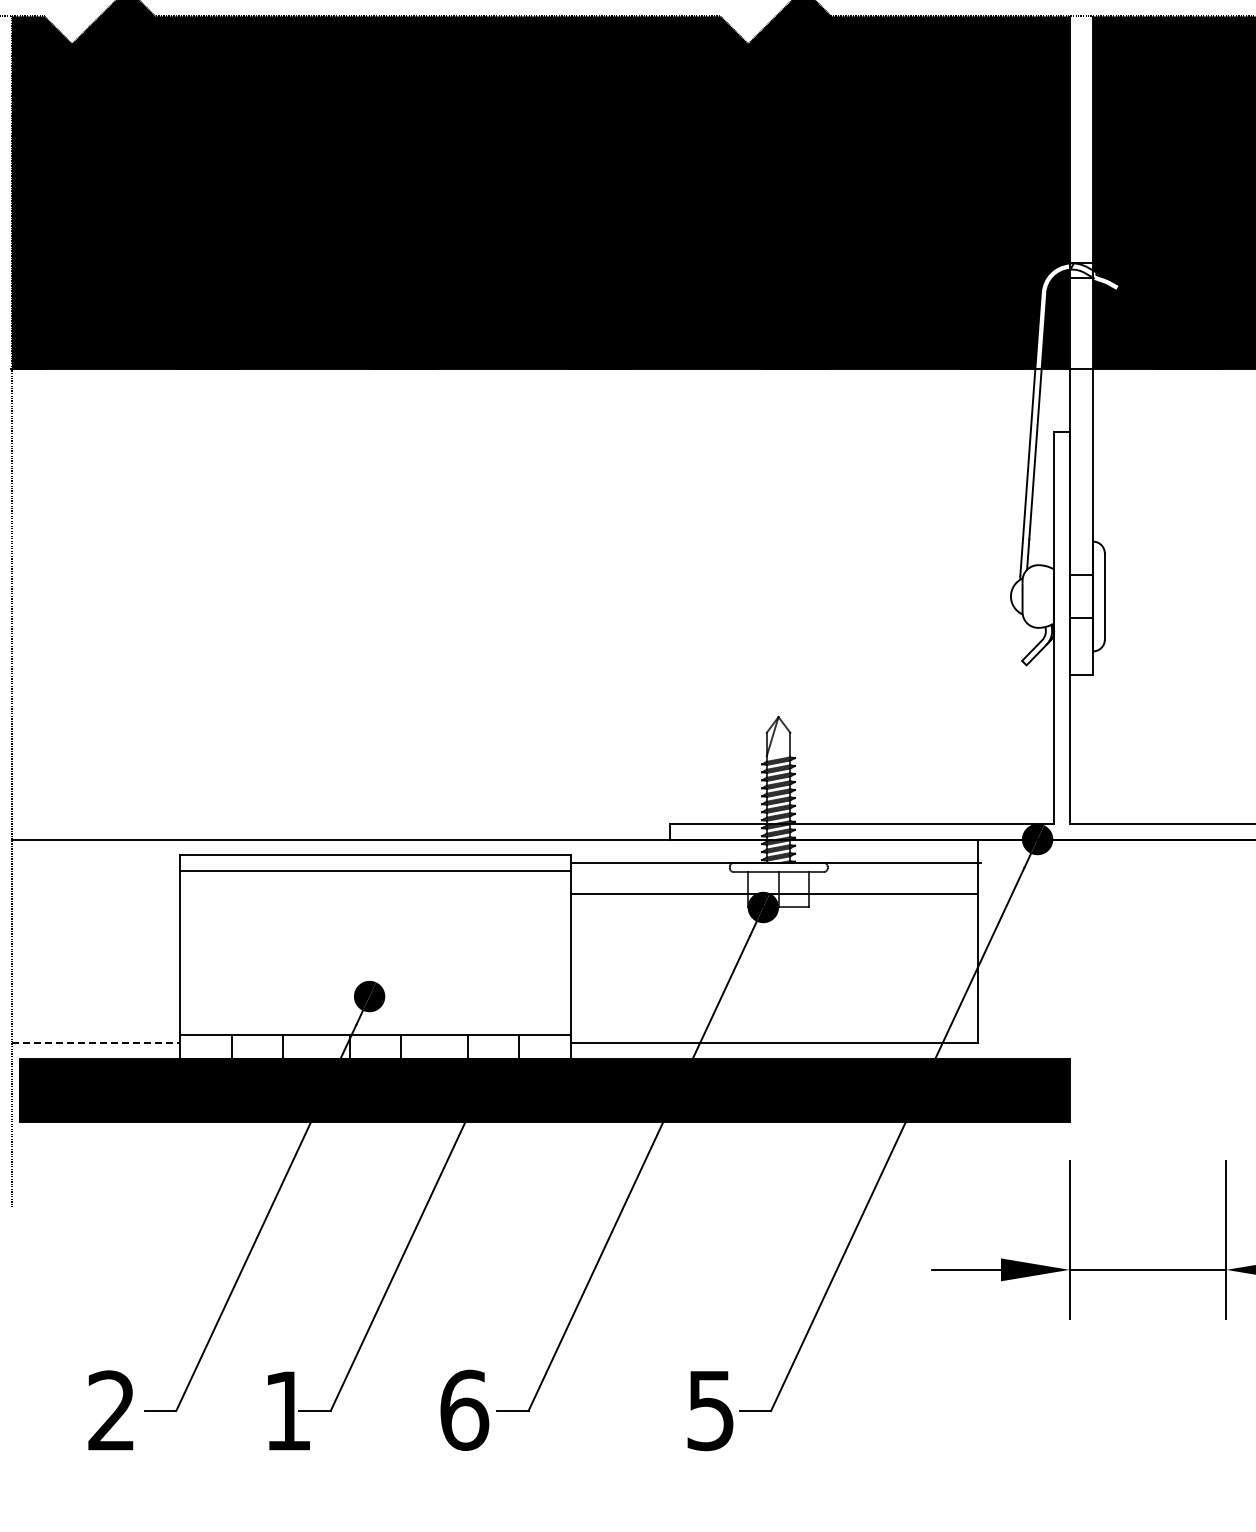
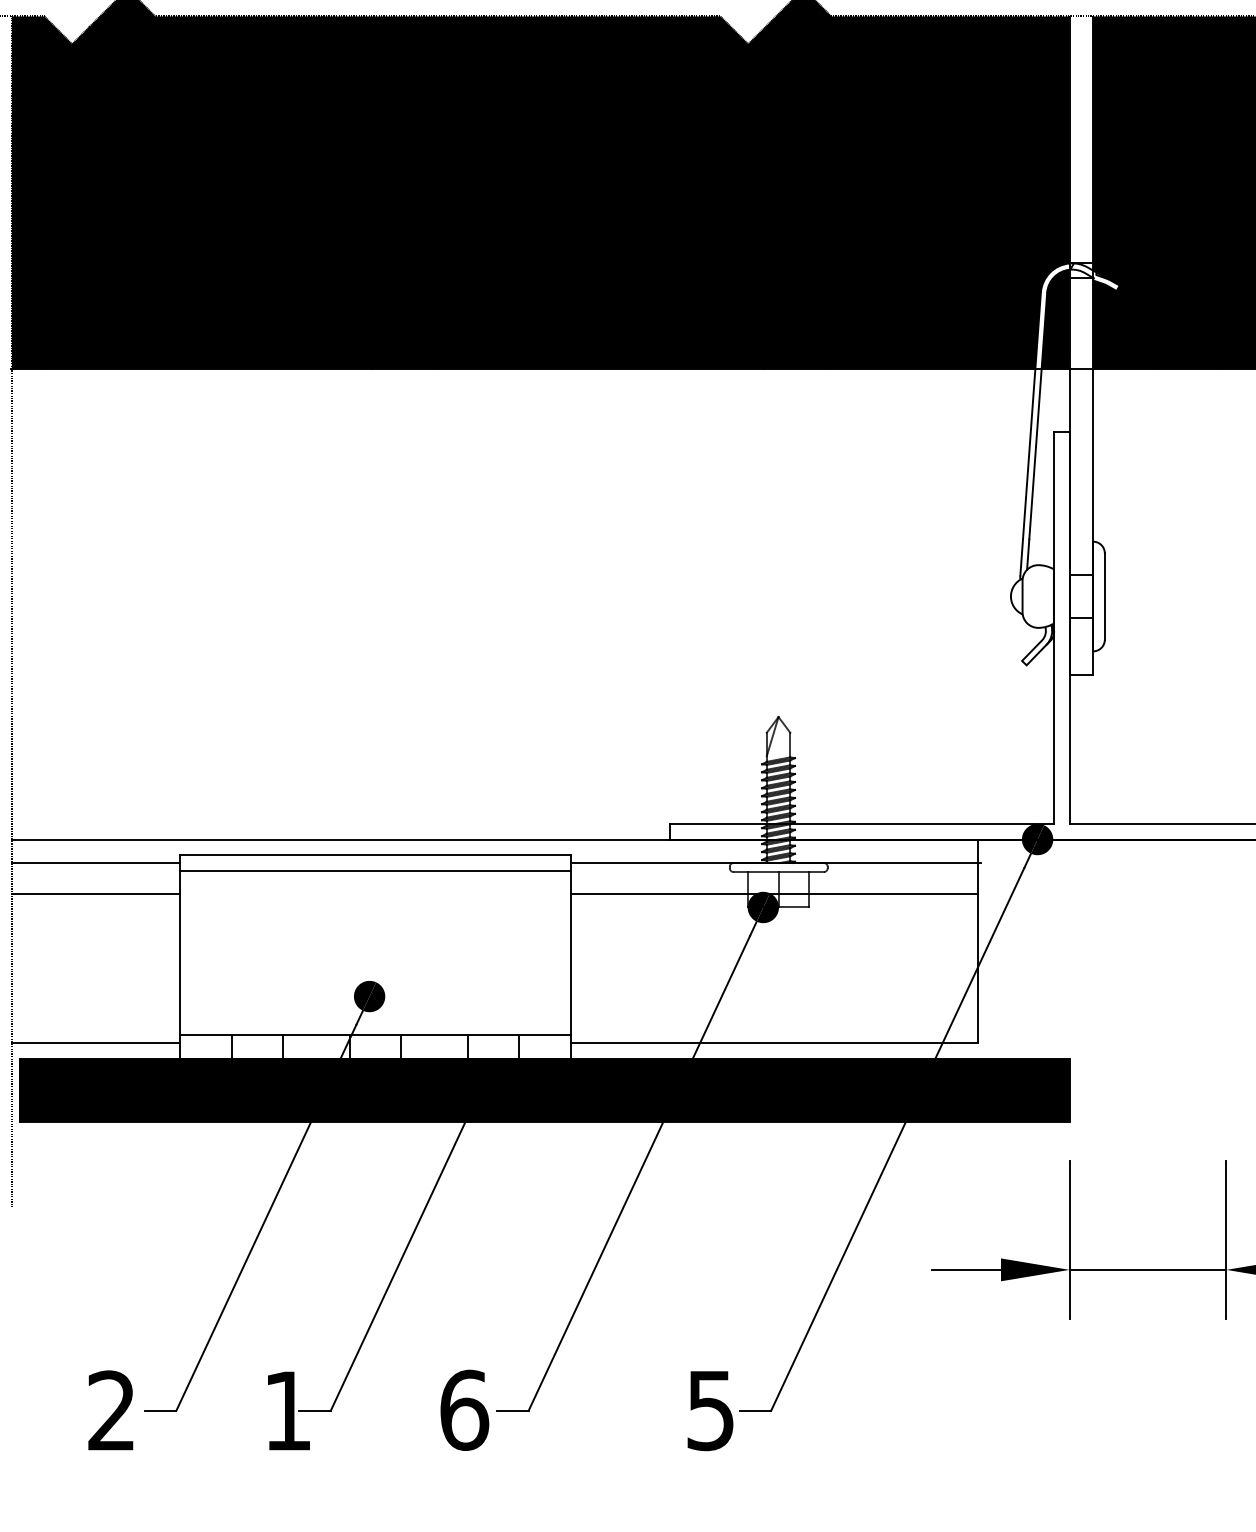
line at (95, 862): none -> present
line at (95, 894): none -> present
line at (95, 1043): dashed -> solid
